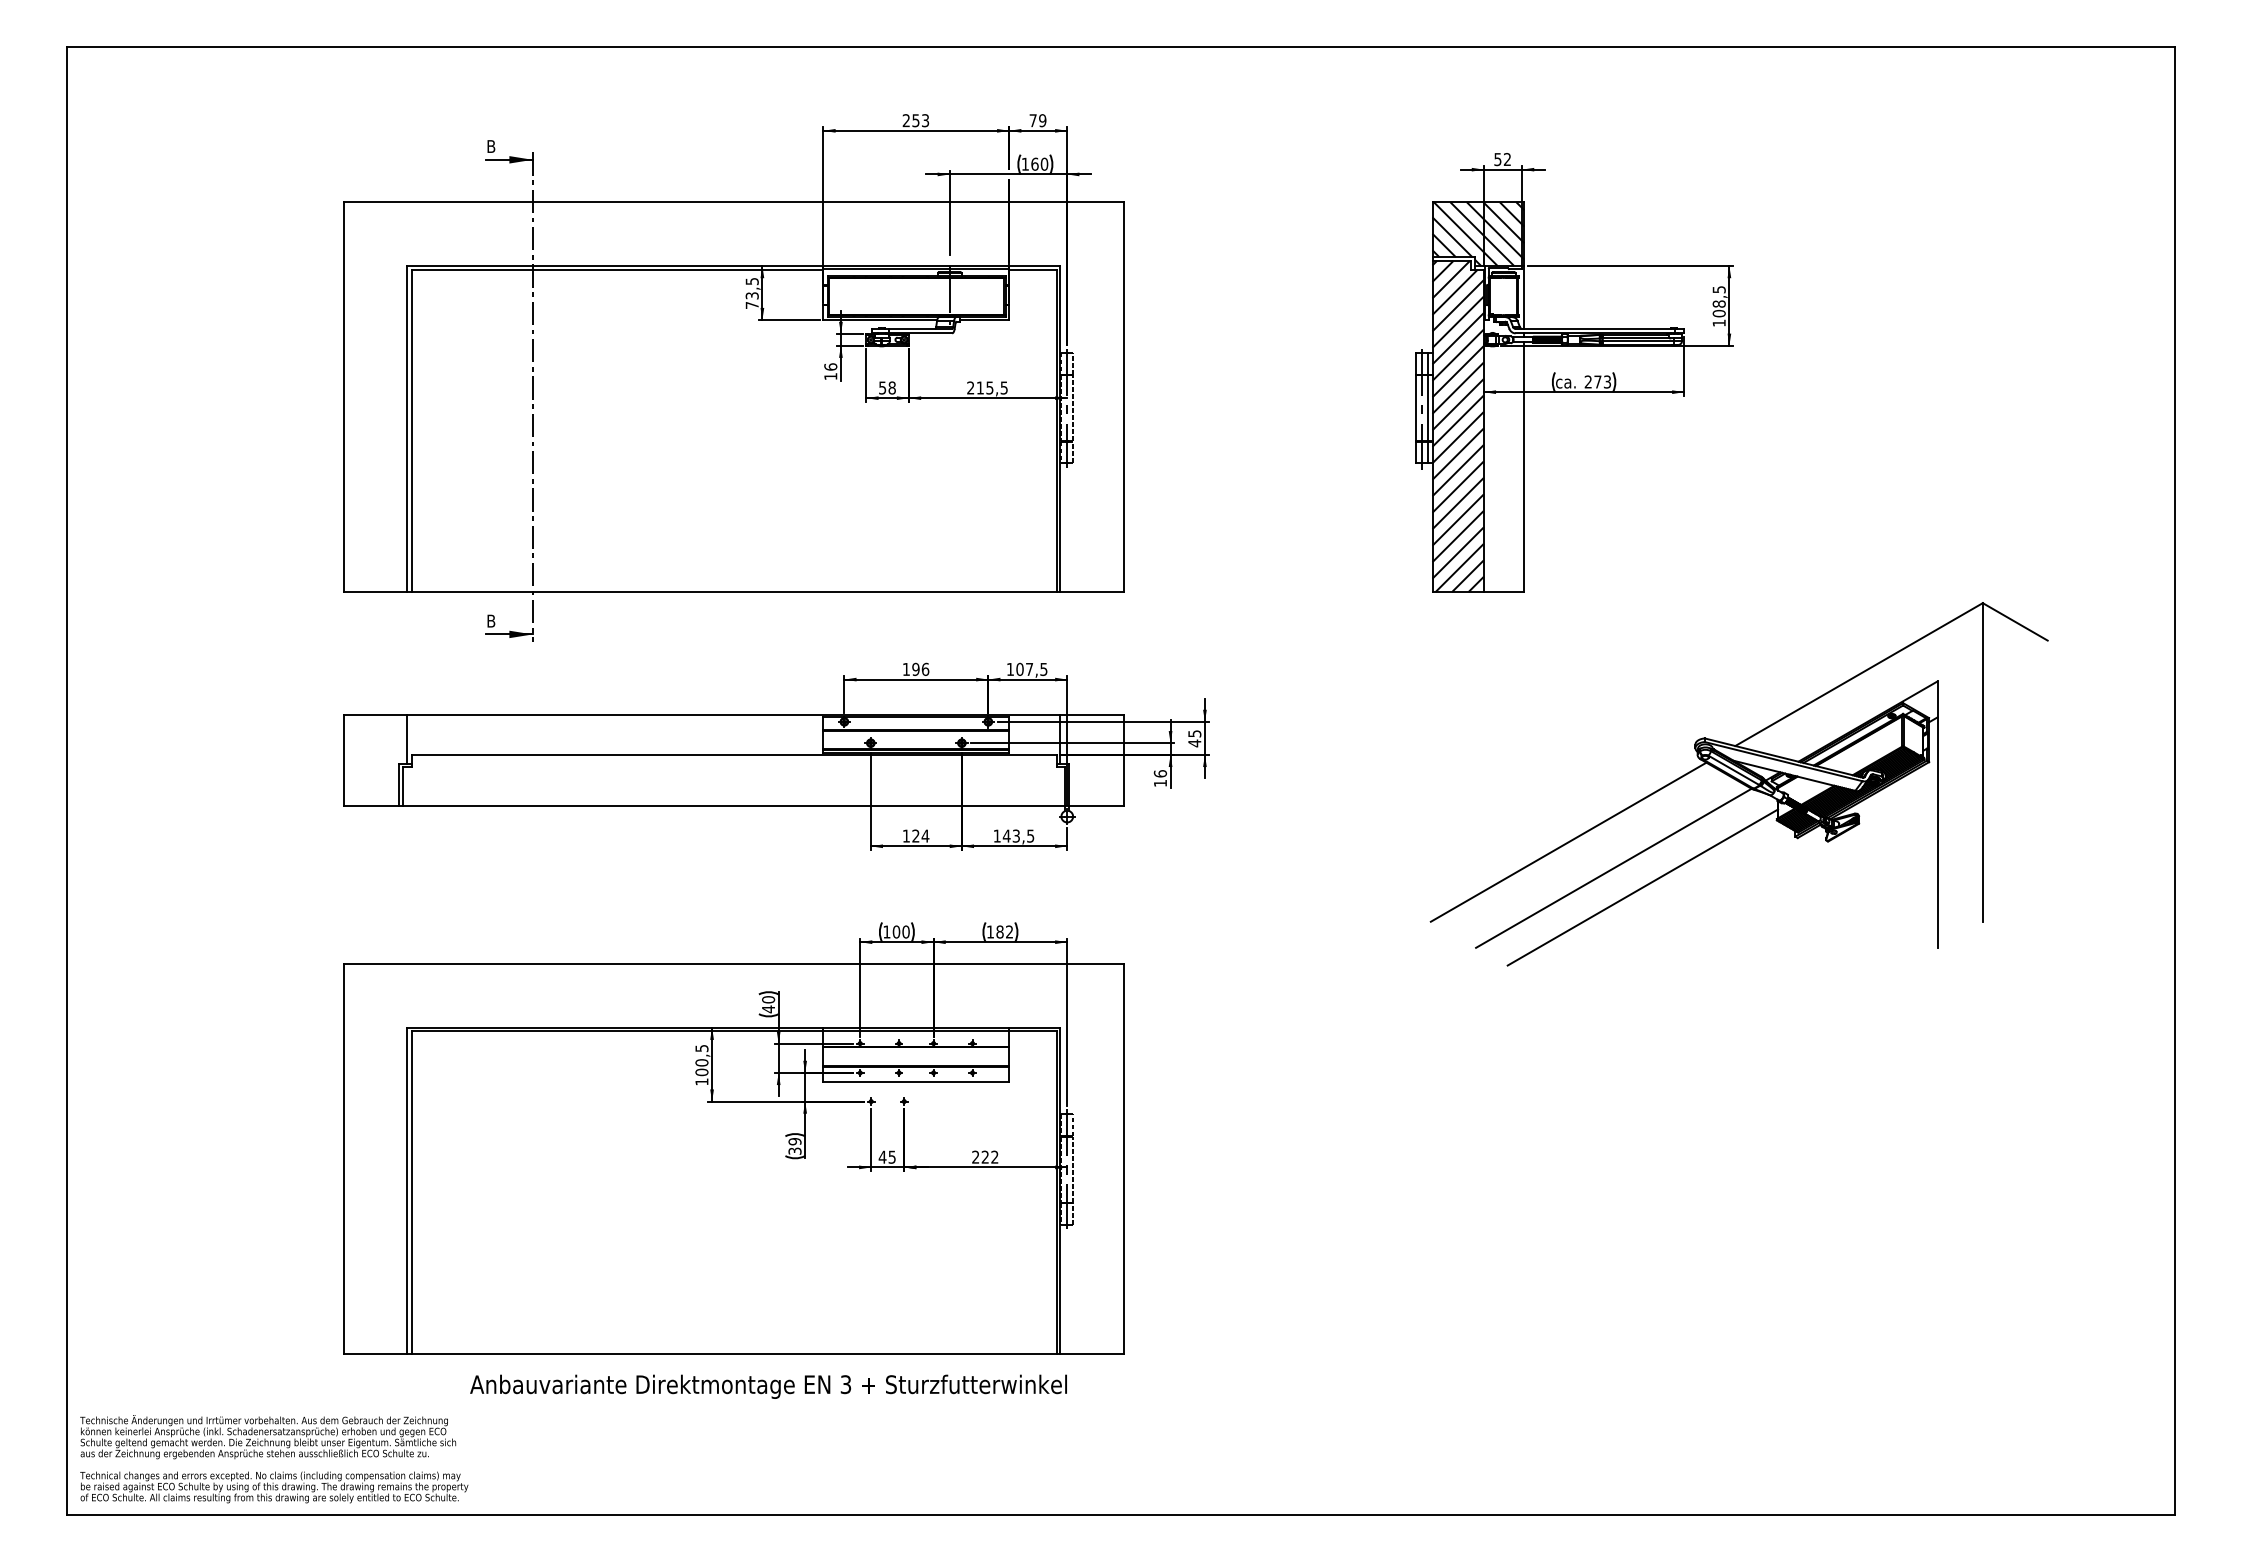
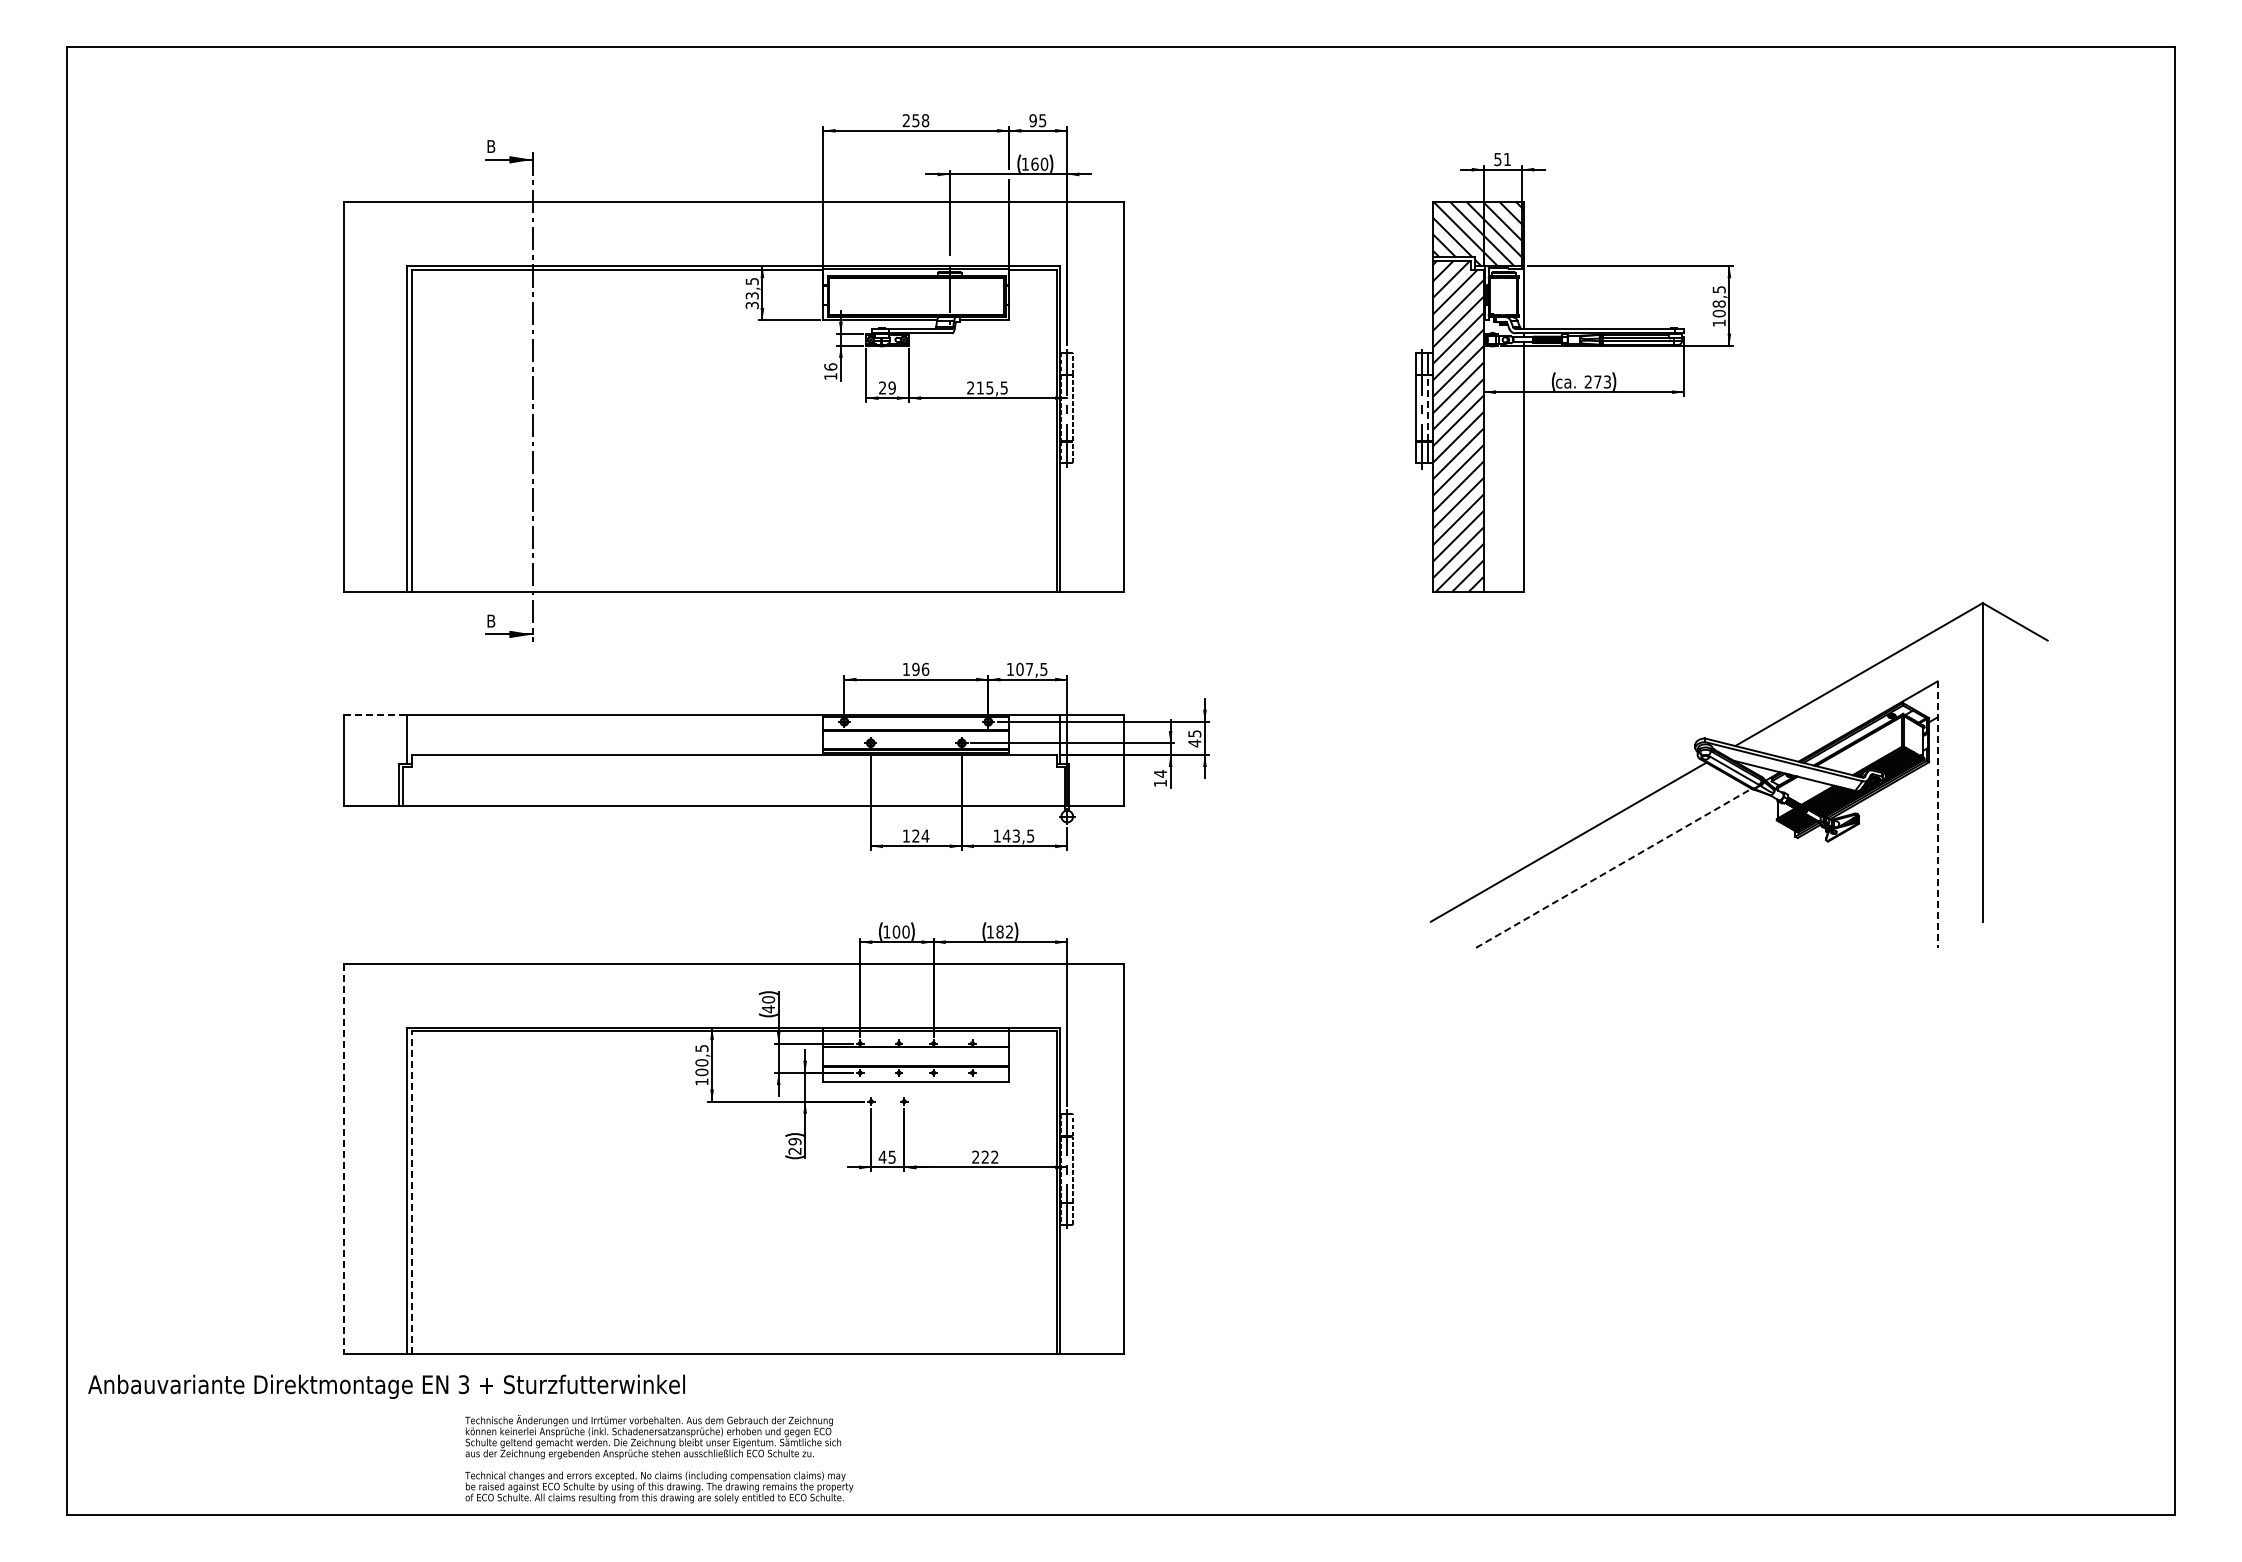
text at (925, 120): 253 -> 258
text at (1037, 120): 79 -> 95
text at (1506, 159): 52 -> 51
text at (751, 305): 73,5 -> 33,5
text at (887, 387): 58 -> 29
line at (1427, 408): solid -> dashed
line at (375, 714): solid -> dashed
text at (1160, 773): 16 -> 14
line at (1937, 815): solid -> dashed
line at (1614, 868): solid -> dashed
line at (1642, 887): present -> none
text at (795, 1150): 39 -> 29
line at (343, 1158): solid -> dashed
line at (411, 1192): solid -> dashed
text at (768, 1386) position: (768, 1386) -> (386, 1386)
text at (274, 1459) position: (274, 1459) -> (659, 1459)
